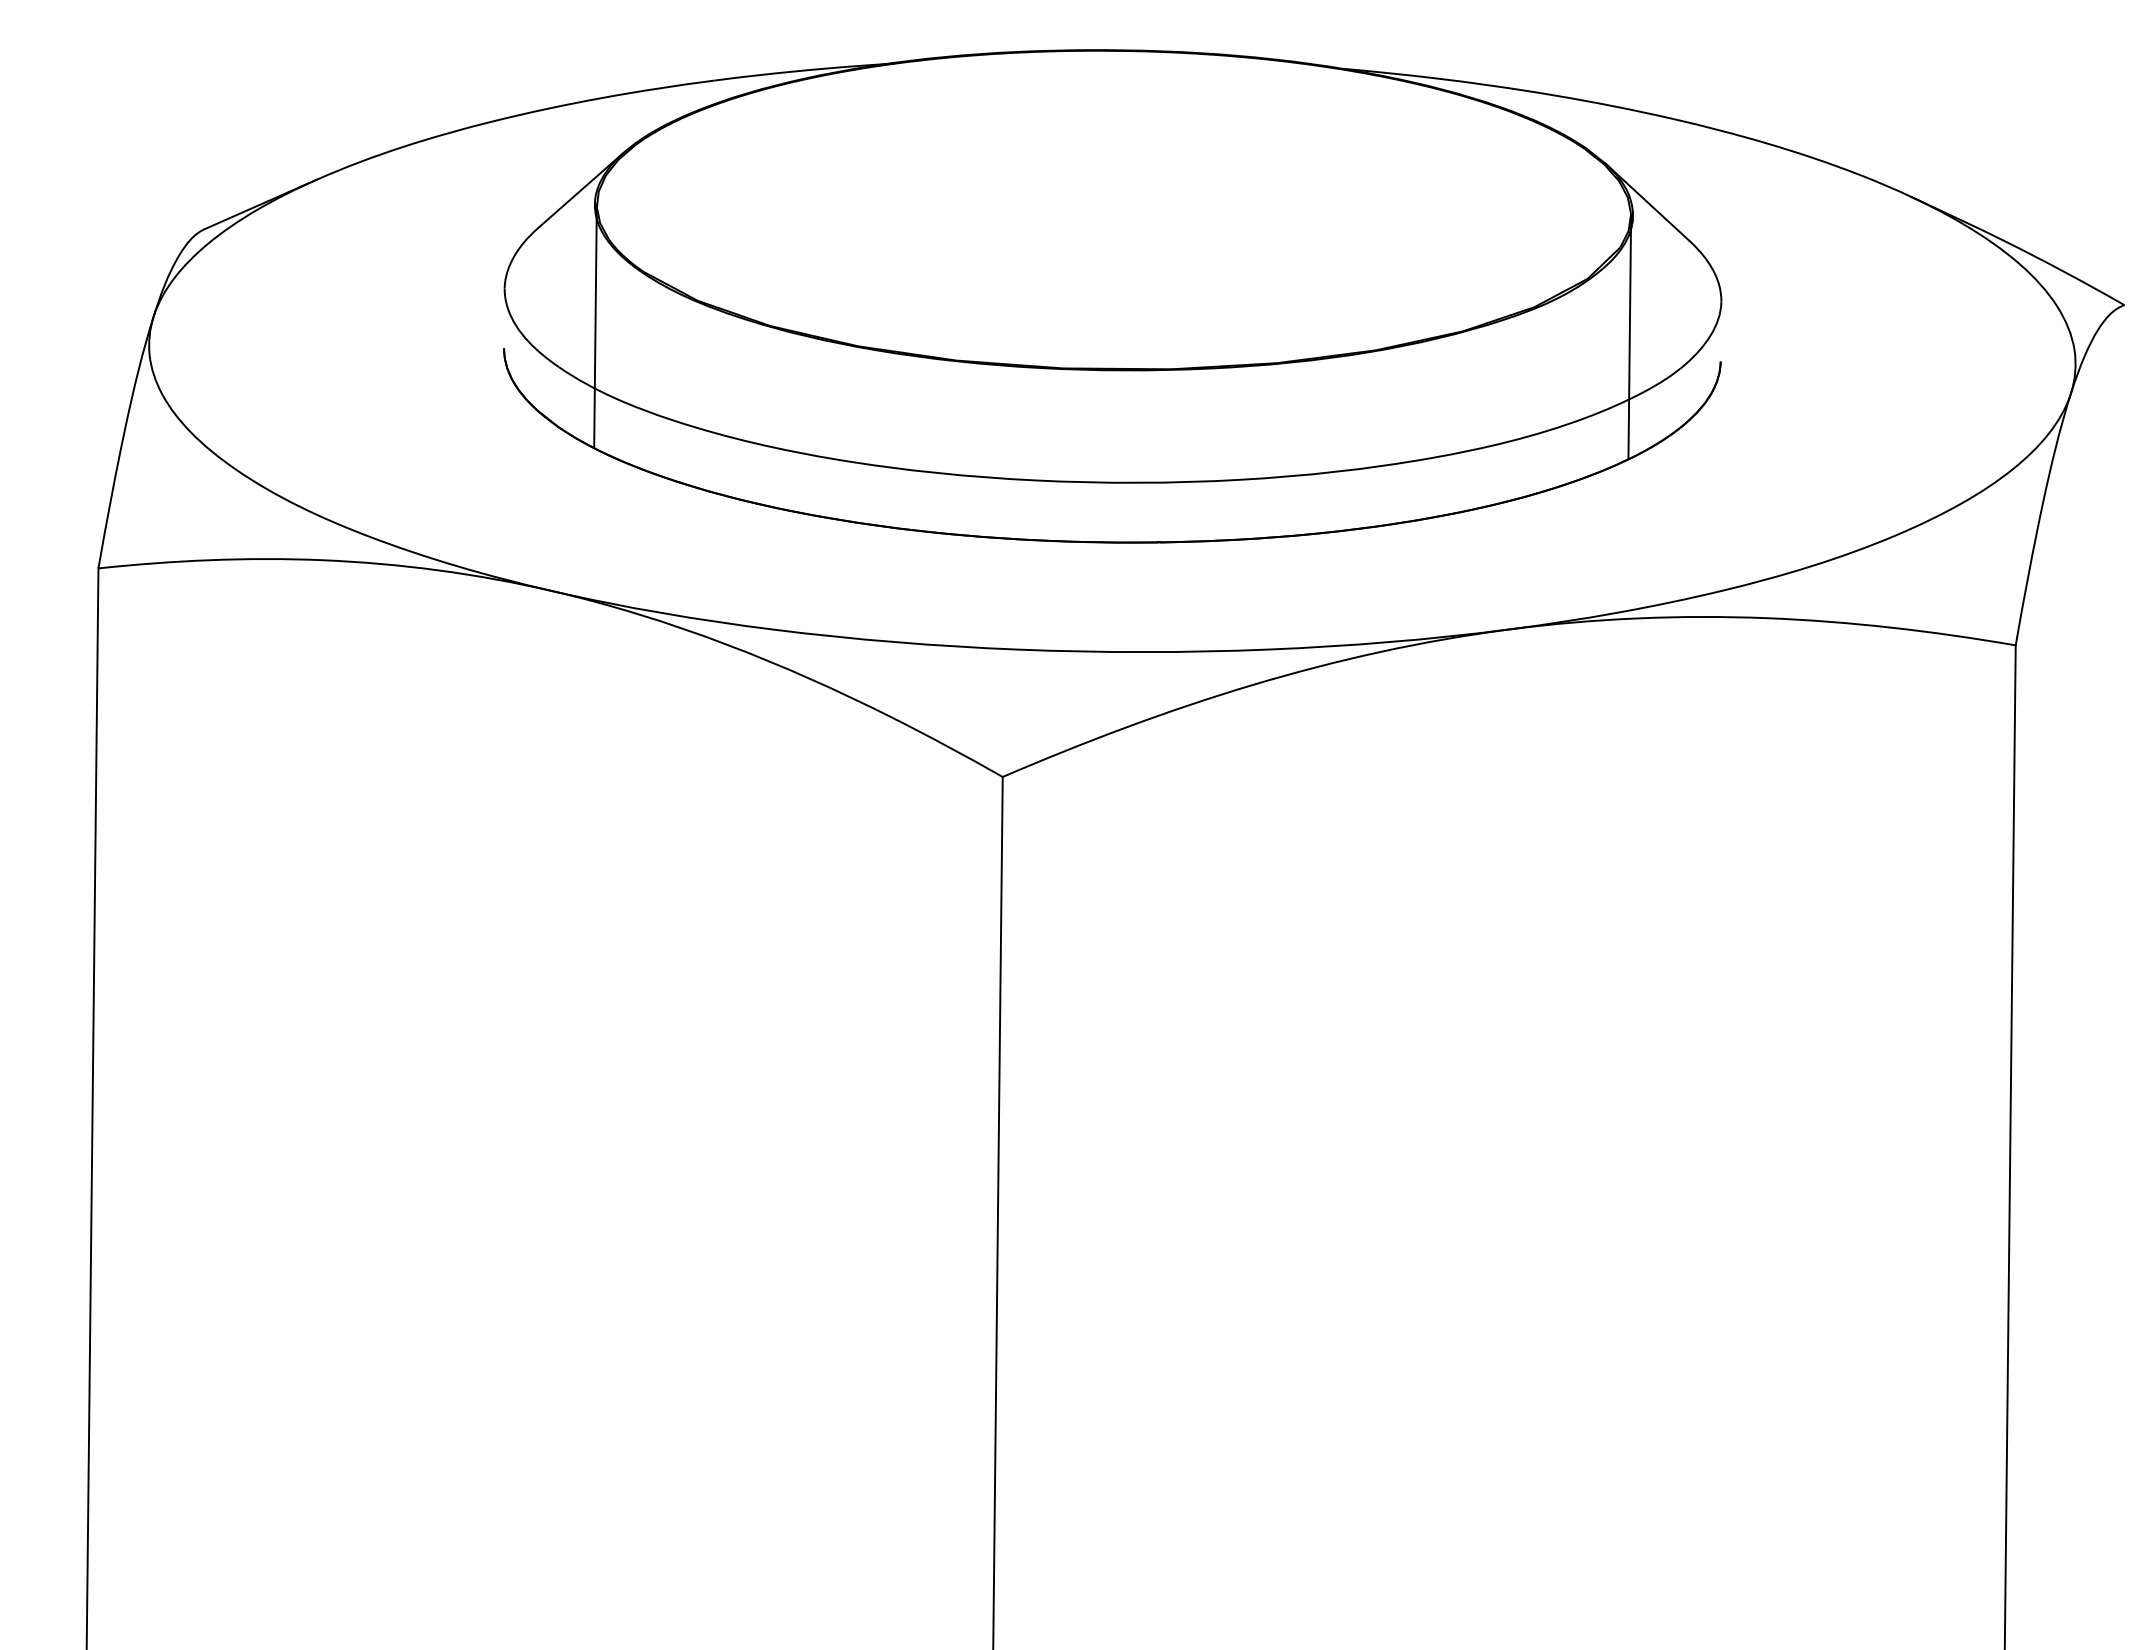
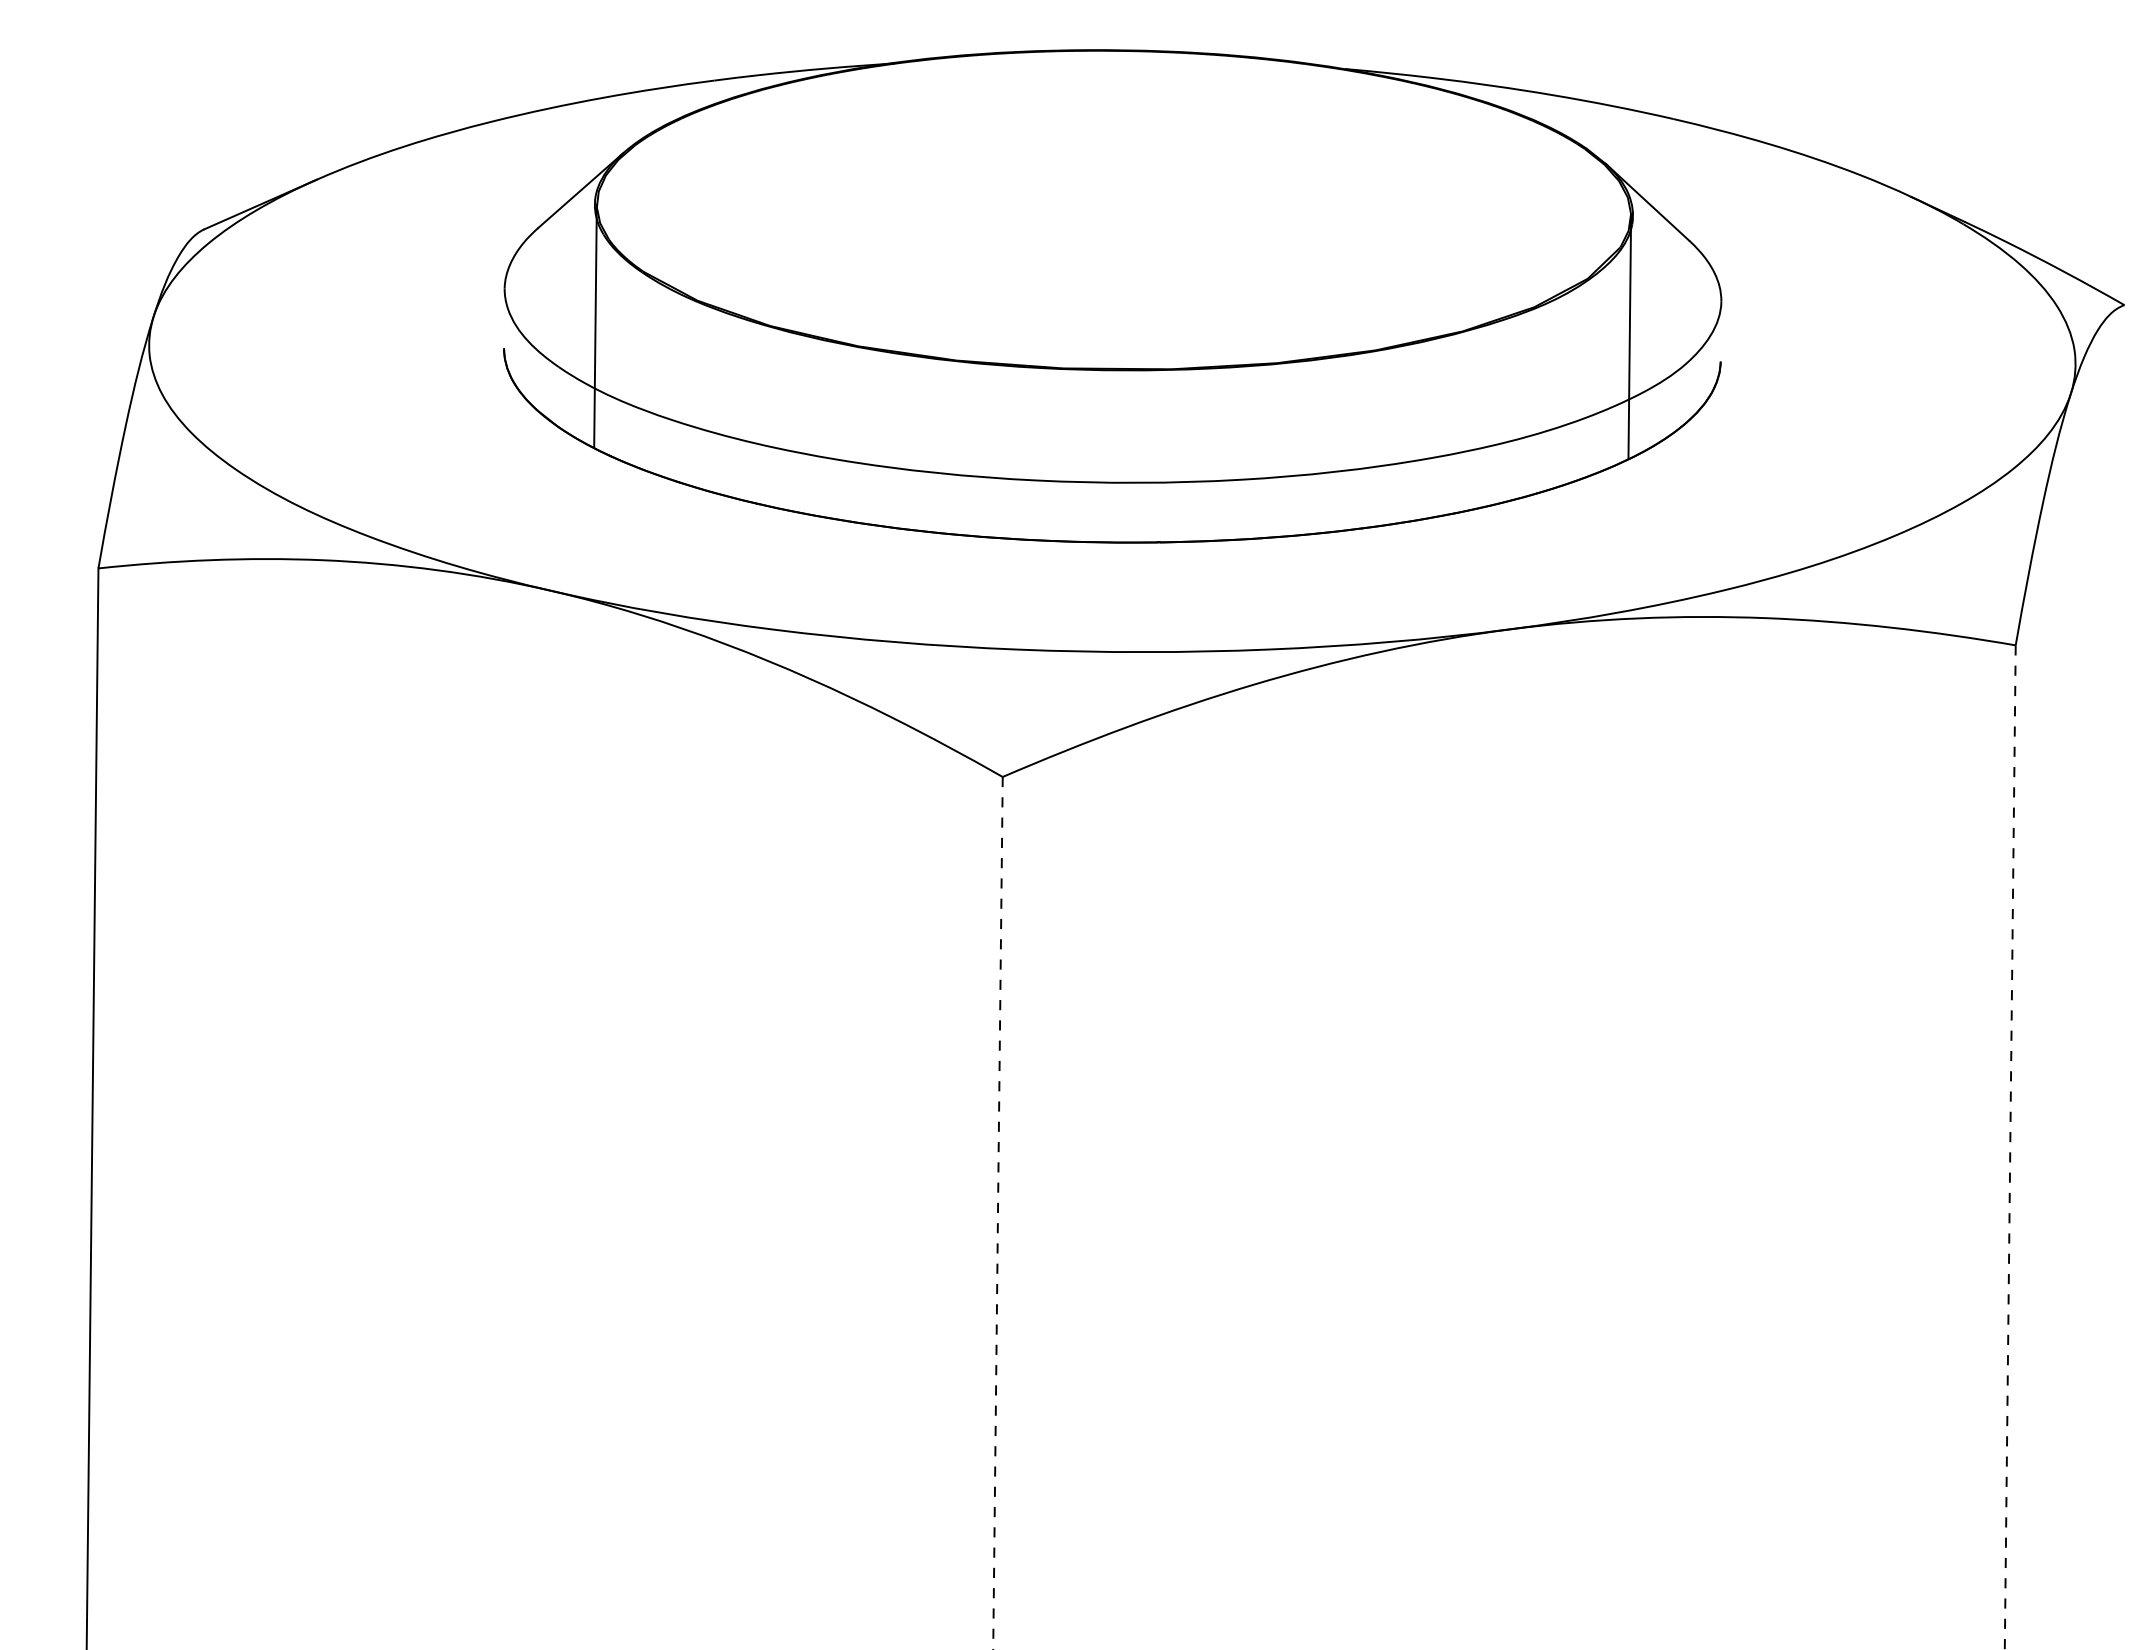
line at (2010, 1147): solid -> dashed
line at (997, 1213): solid -> dashed
